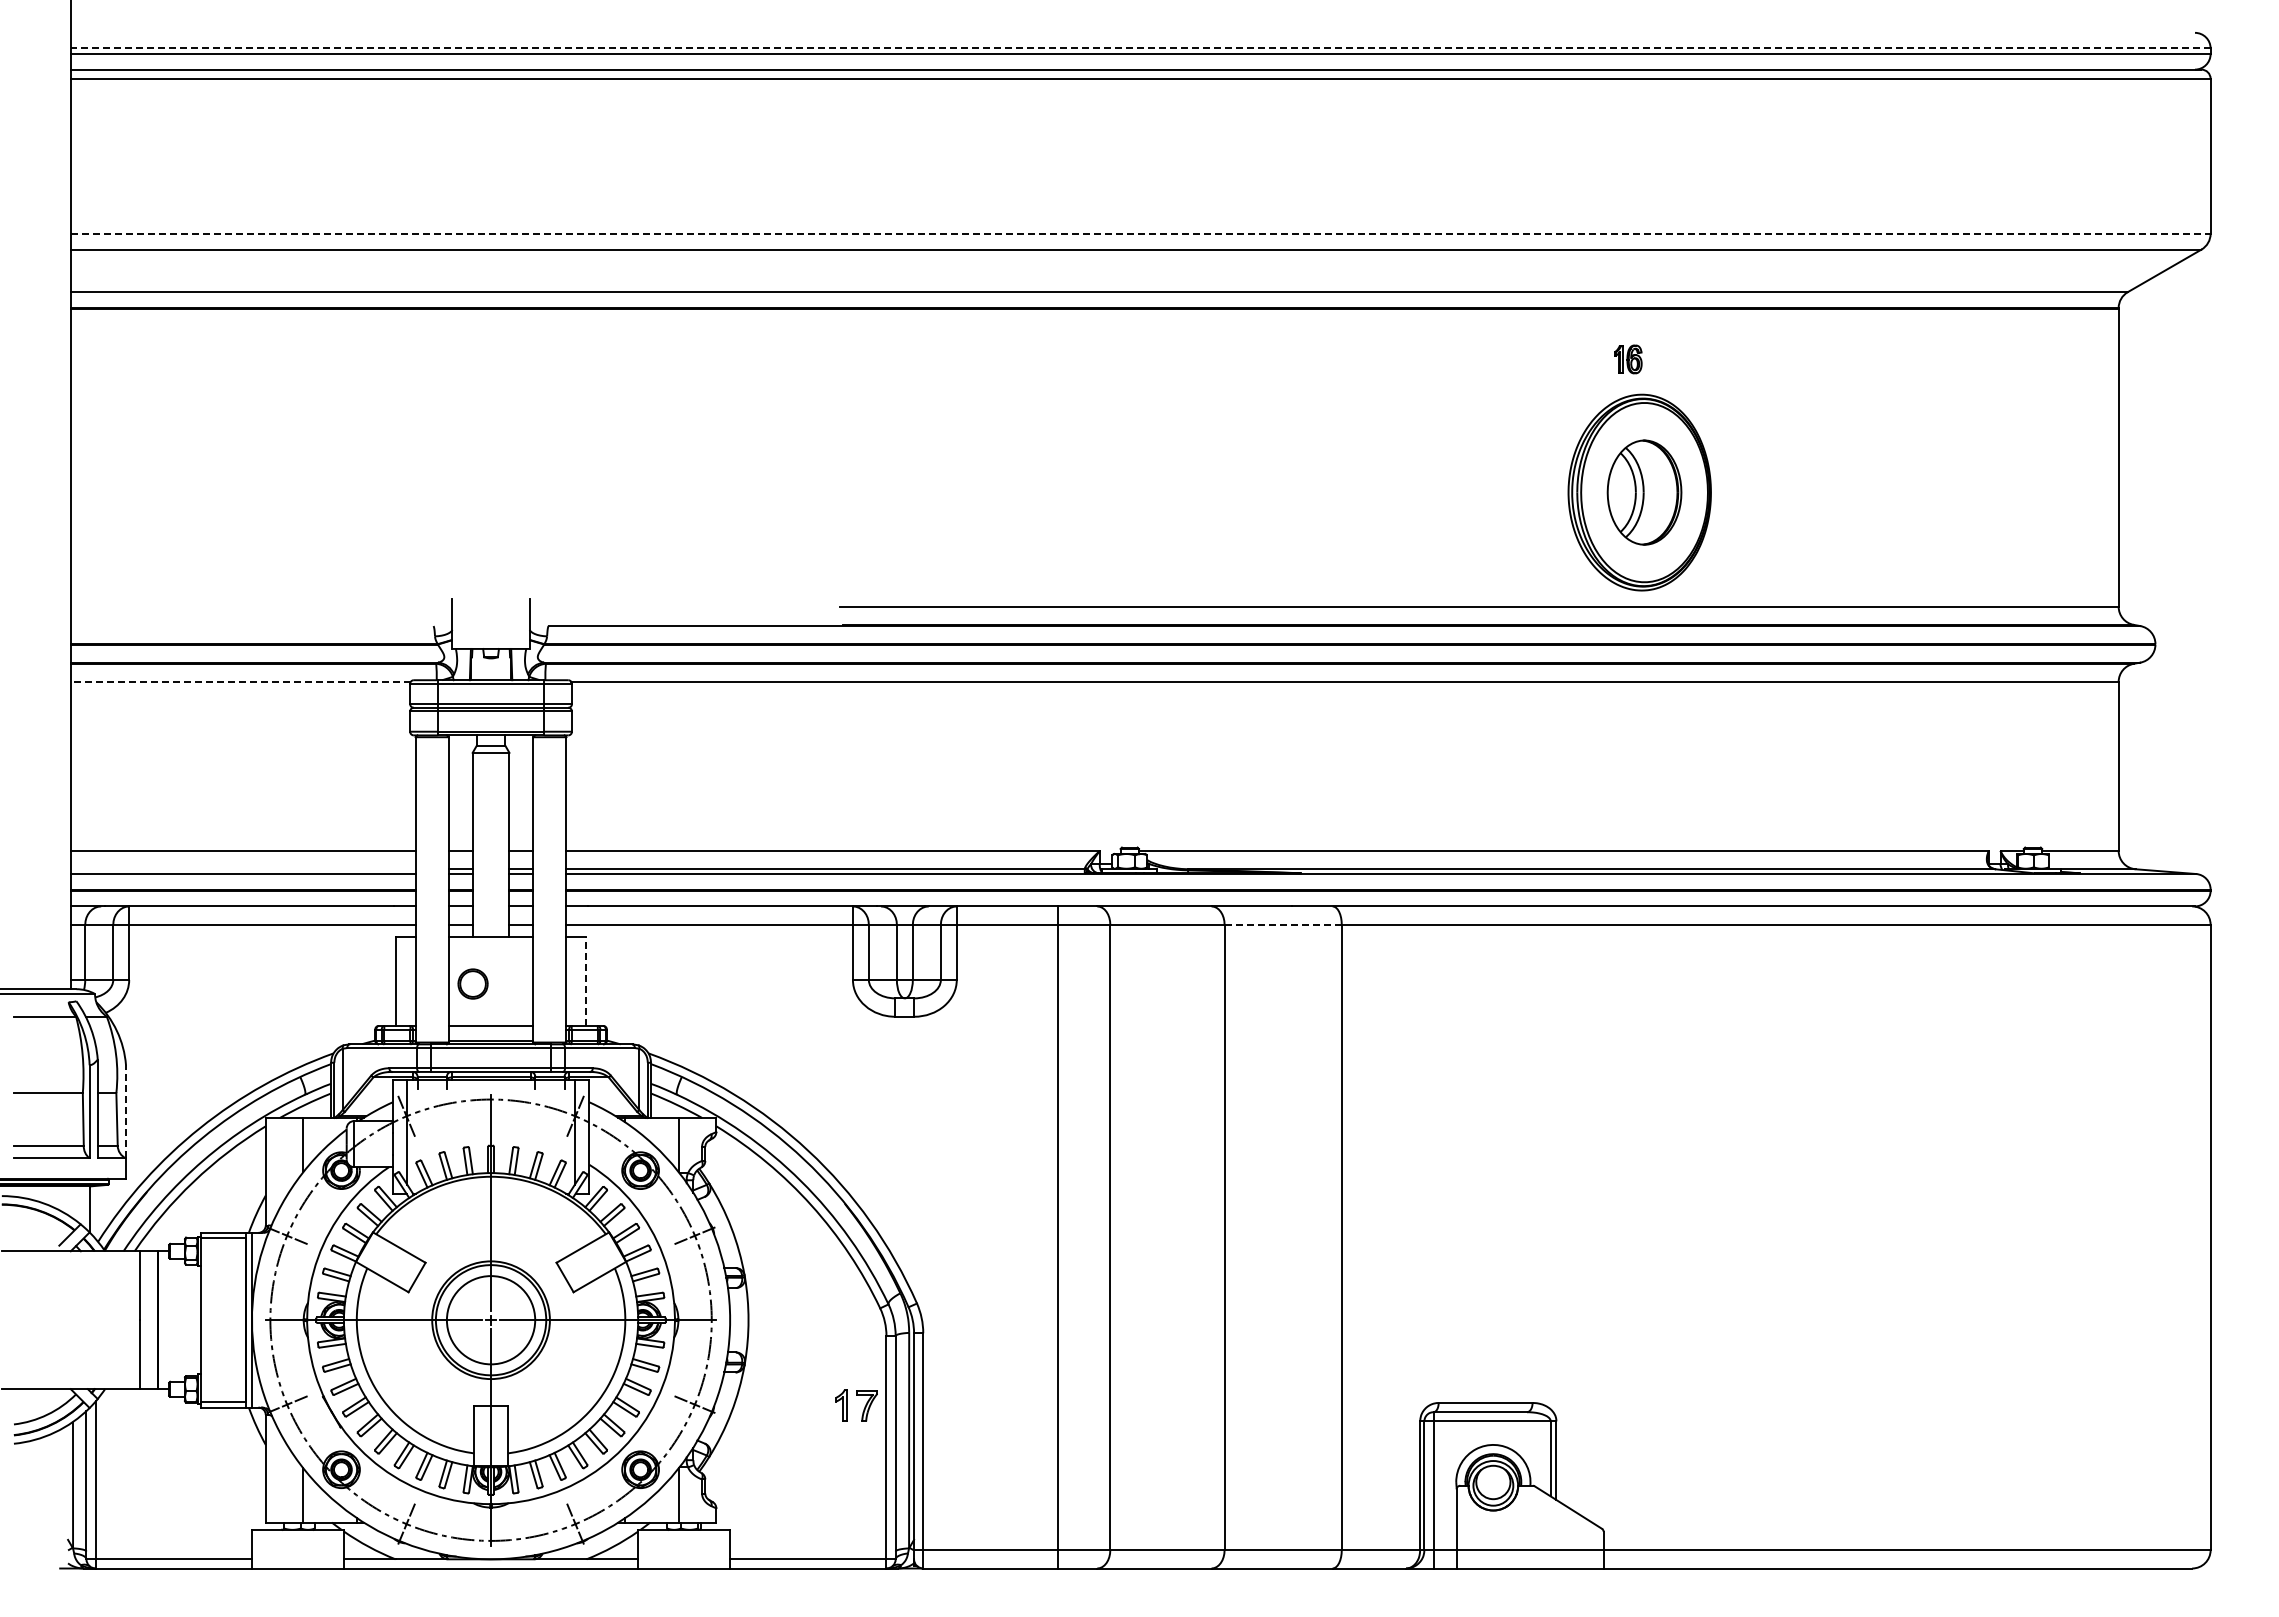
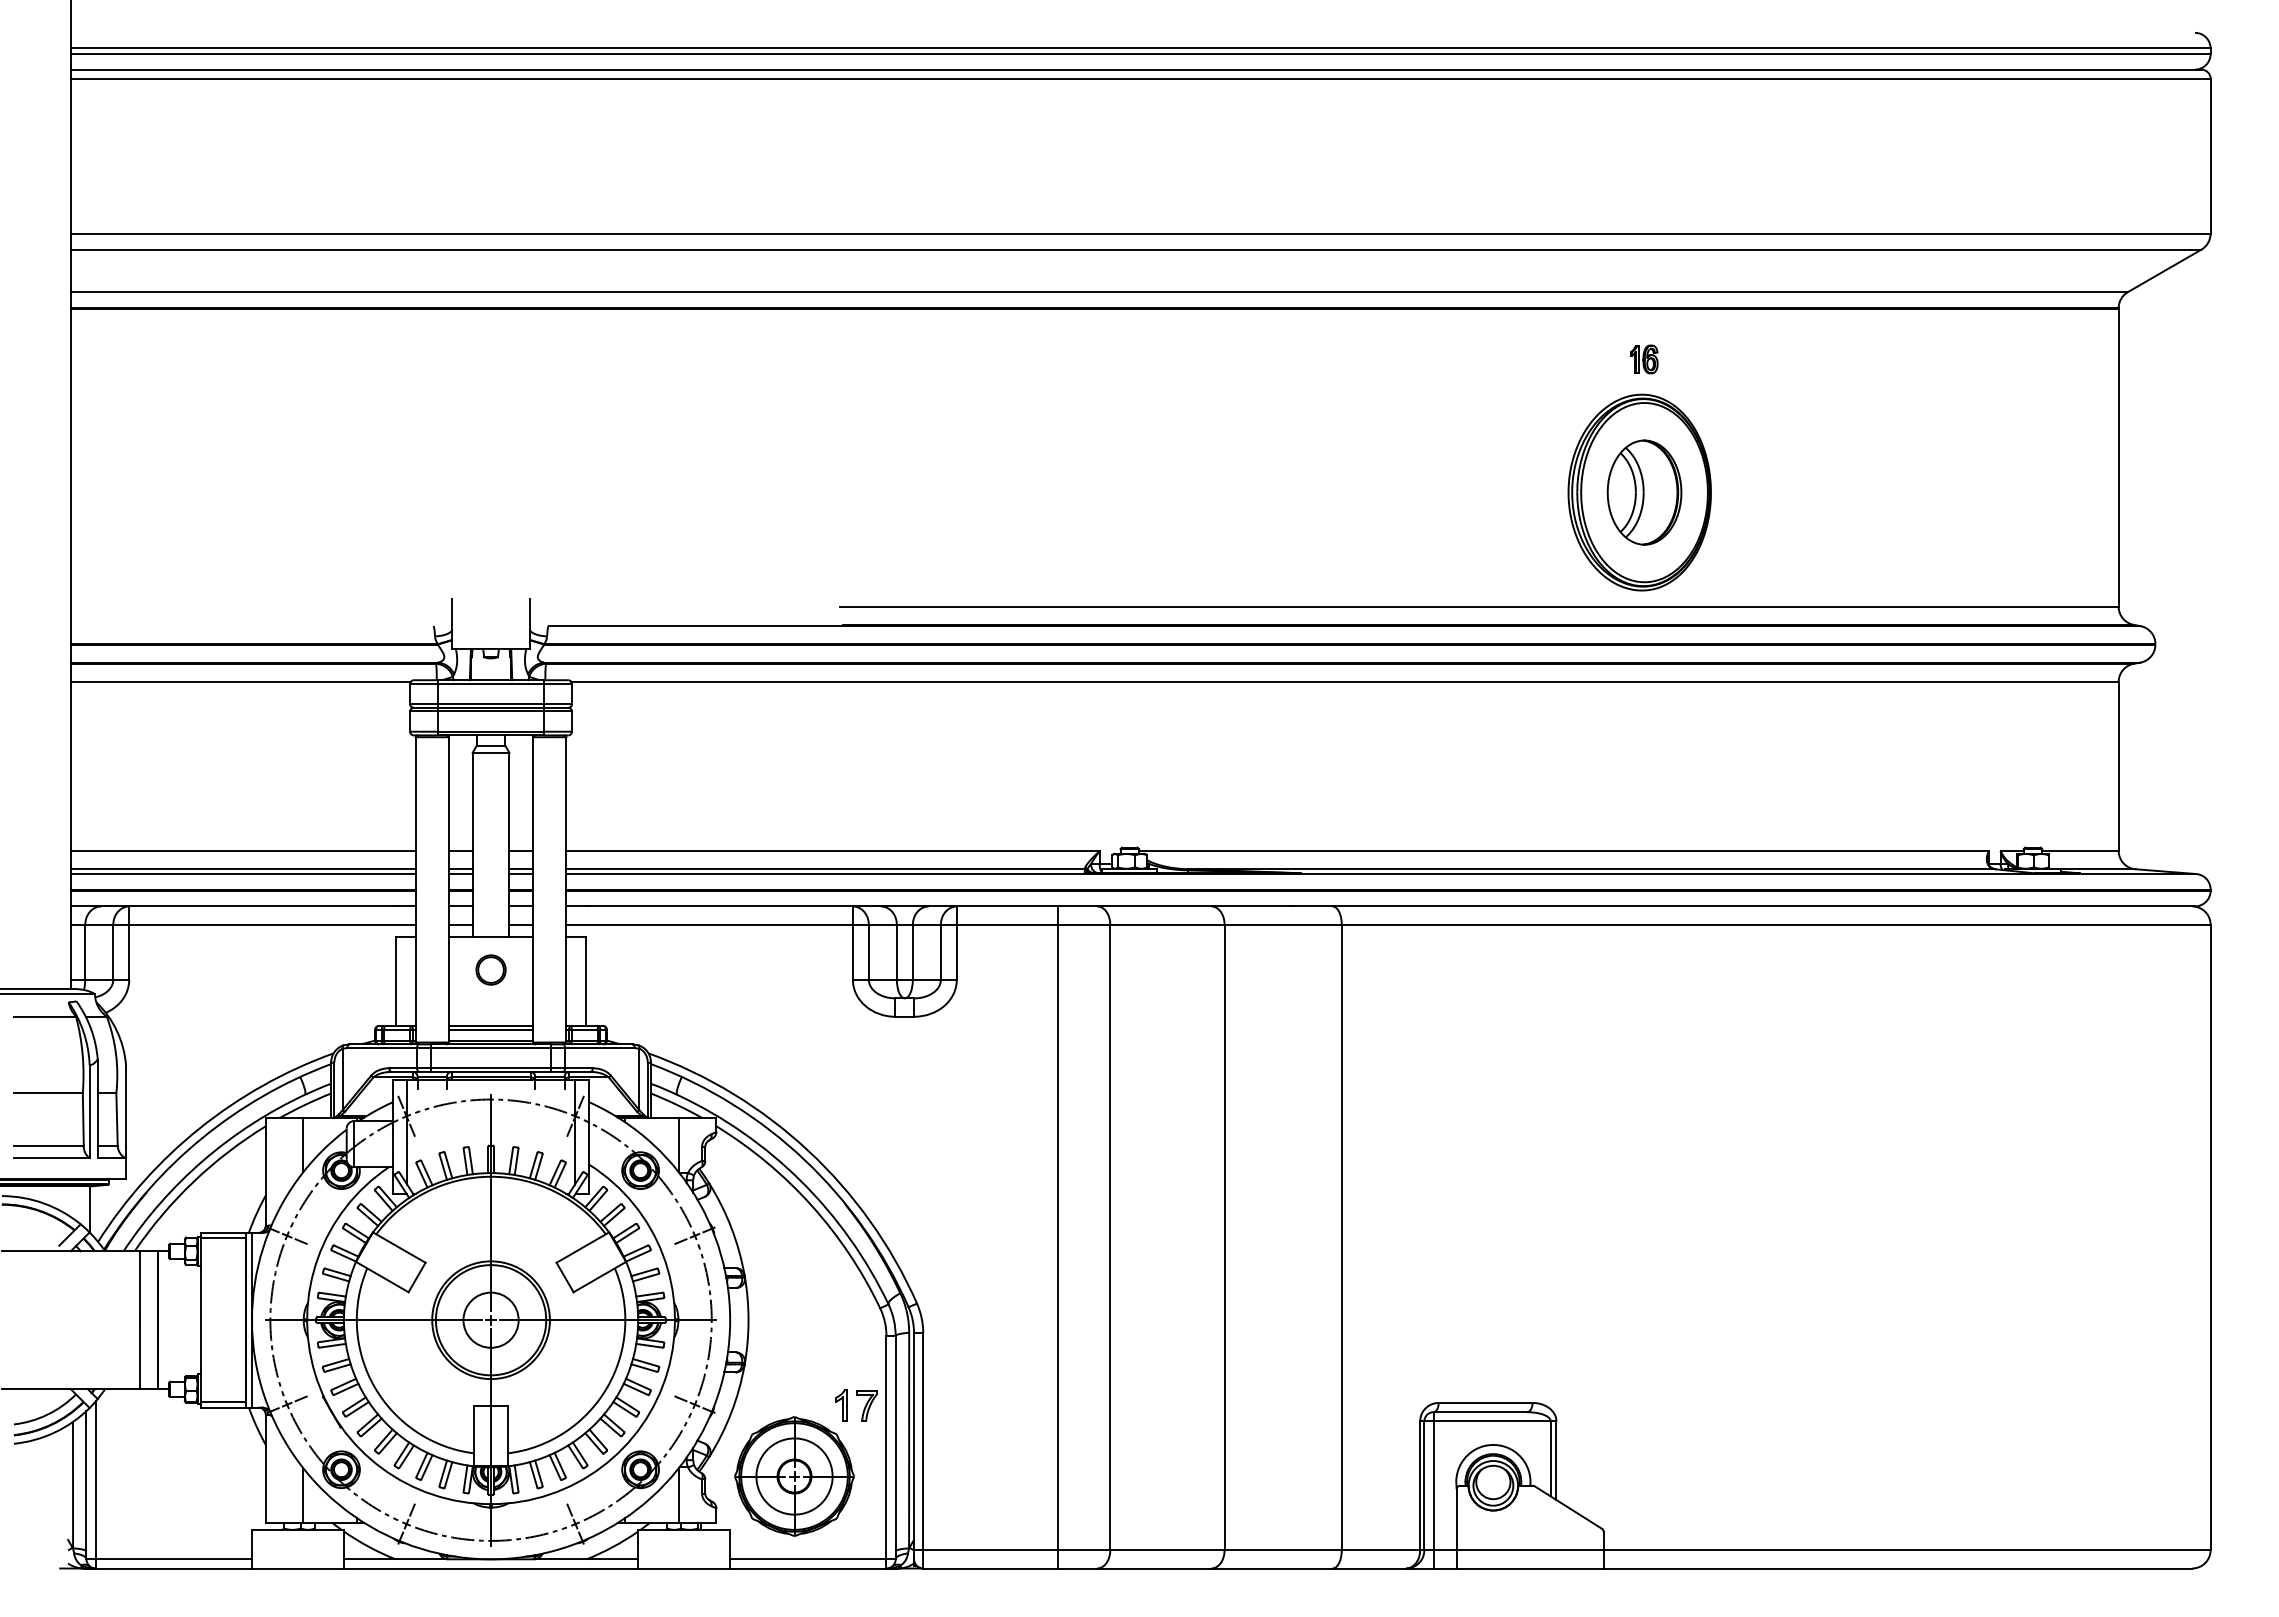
line at (1140, 48): dashed -> solid
line at (1140, 233): dashed -> solid
part at (1628, 359) position: (1628, 359) -> (1644, 359)
line at (240, 681): dashed -> solid
line at (242, 869): none -> present
line at (1283, 924): dashed -> solid
line at (585, 981): dashed -> solid
part at (472, 983) position: (472, 983) -> (490, 969)
line at (490, 1029): none -> present
line at (126, 1111): dashed -> solid
circle at (490, 1320) diameter: 88 px -> 55 px
part at (794, 1476): none -> present
